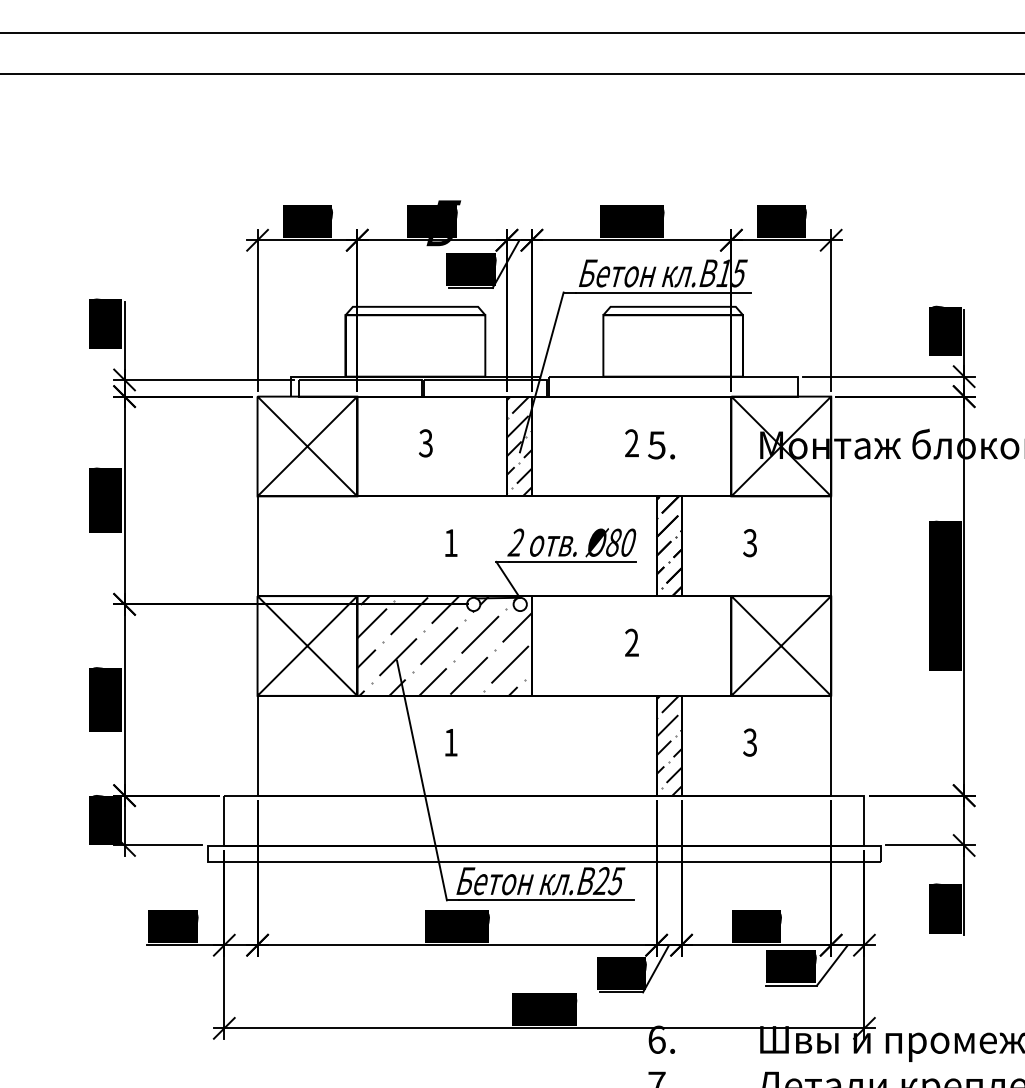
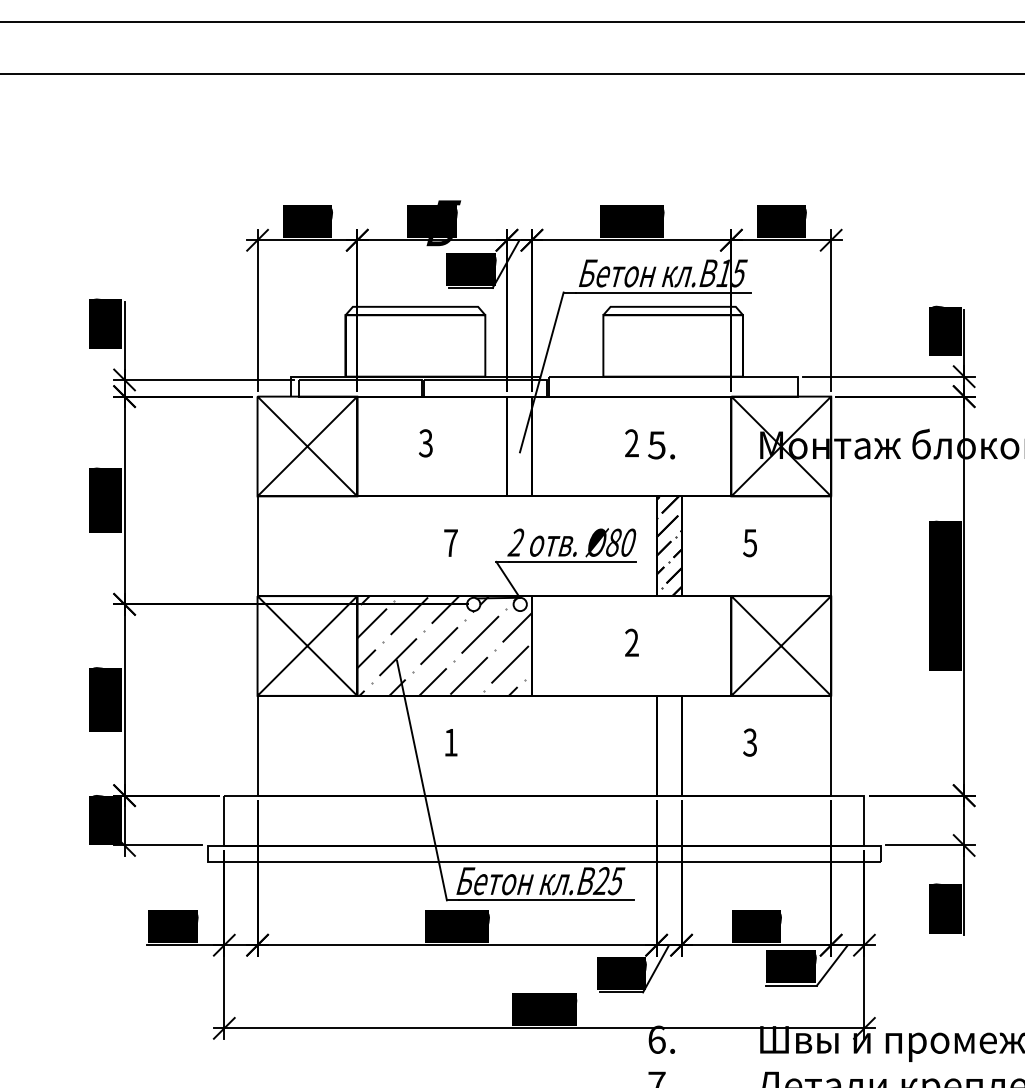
line at (511, 32) position: (511, 32) -> (511, 21)
hatch at (518, 446): present -> none
text at (450, 542): 1 -> 7
text at (749, 542): 3 -> 5
hatch at (668, 745): present -> none
